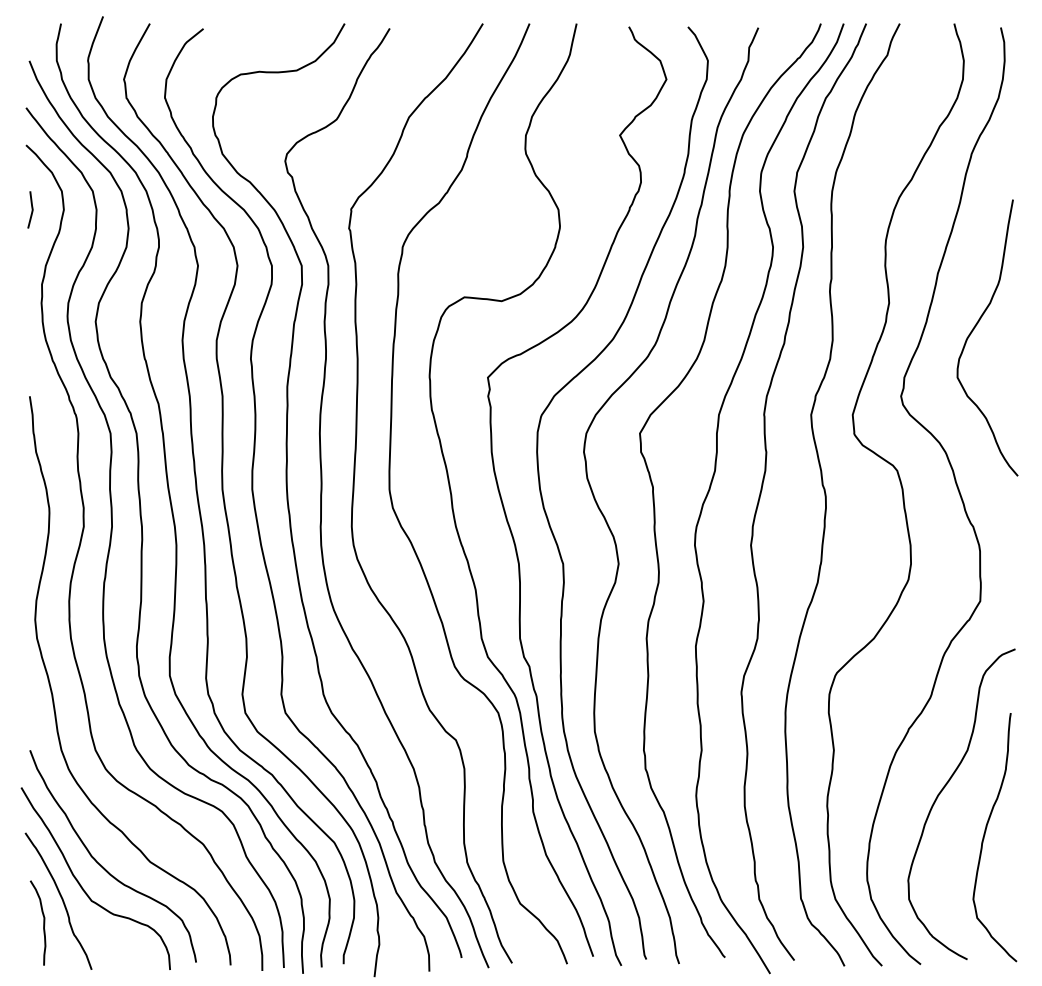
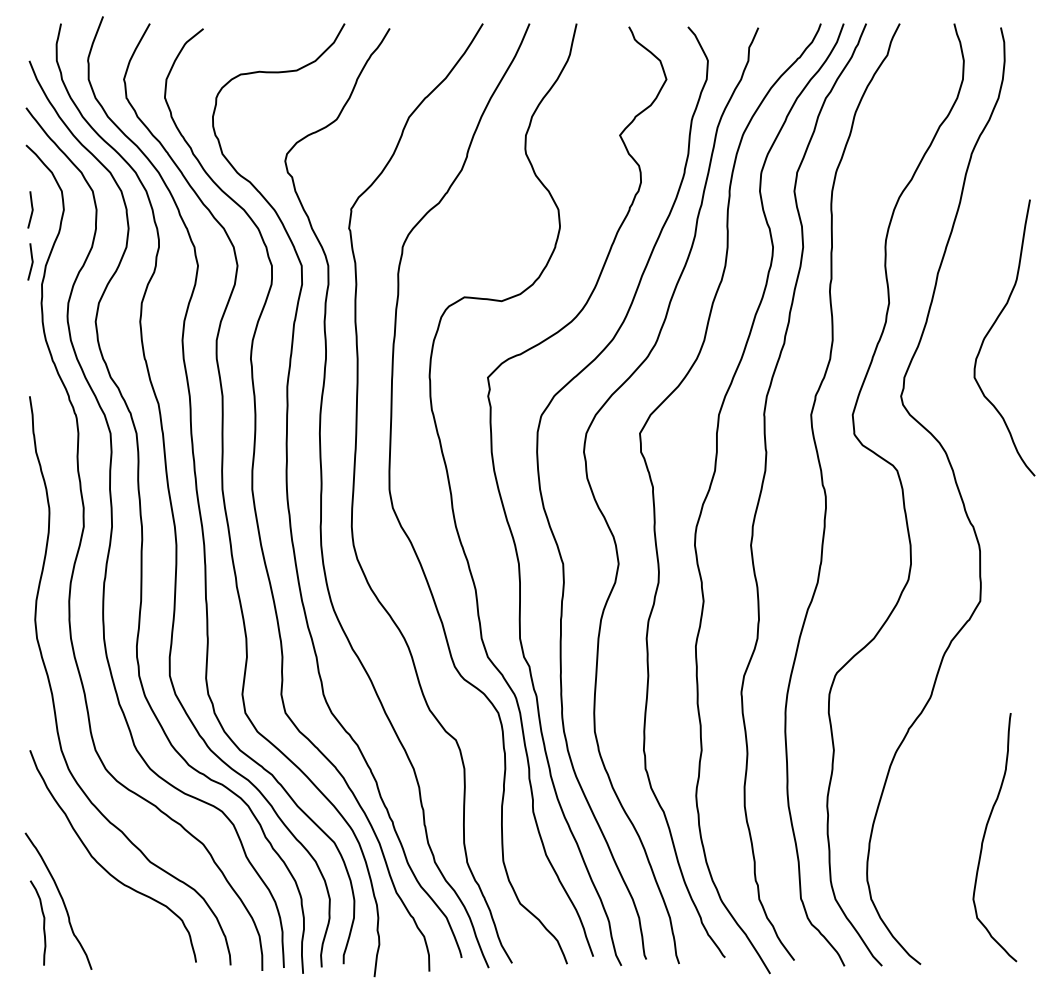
line at (31, 261): none -> present
curve at (974, 329) position: (974, 329) -> (991, 329)
curve at (942, 791): present -> none
curve at (82, 886): present -> none
